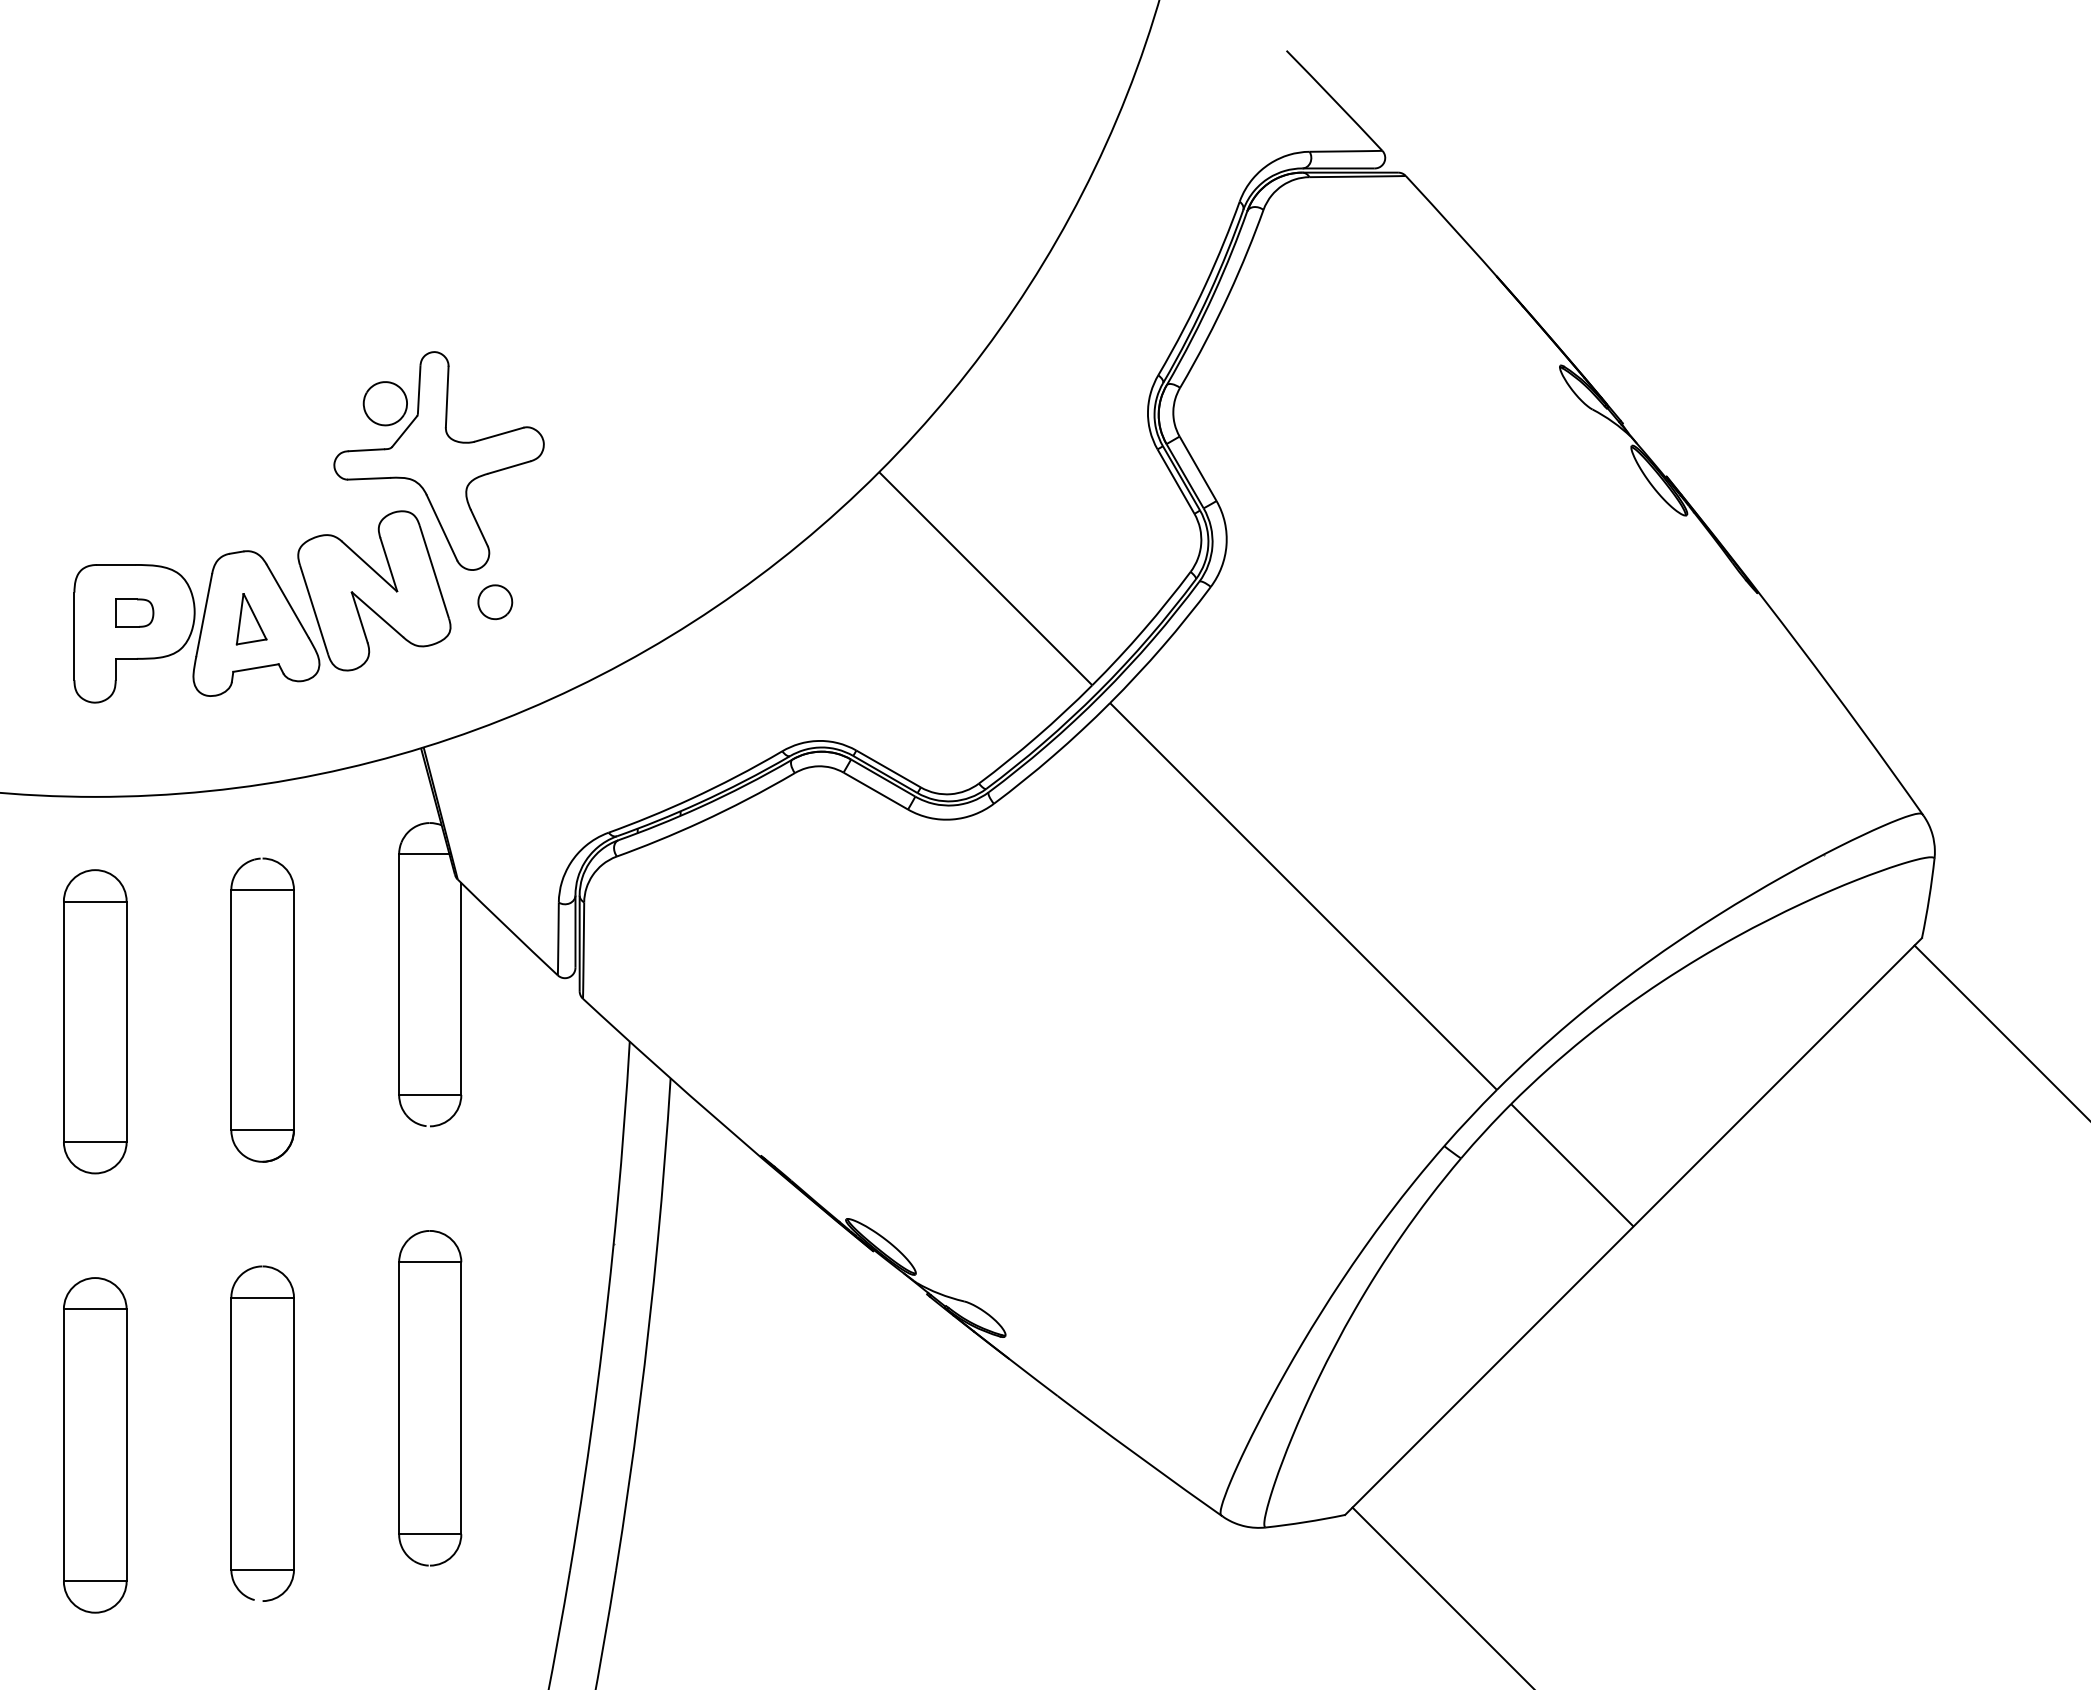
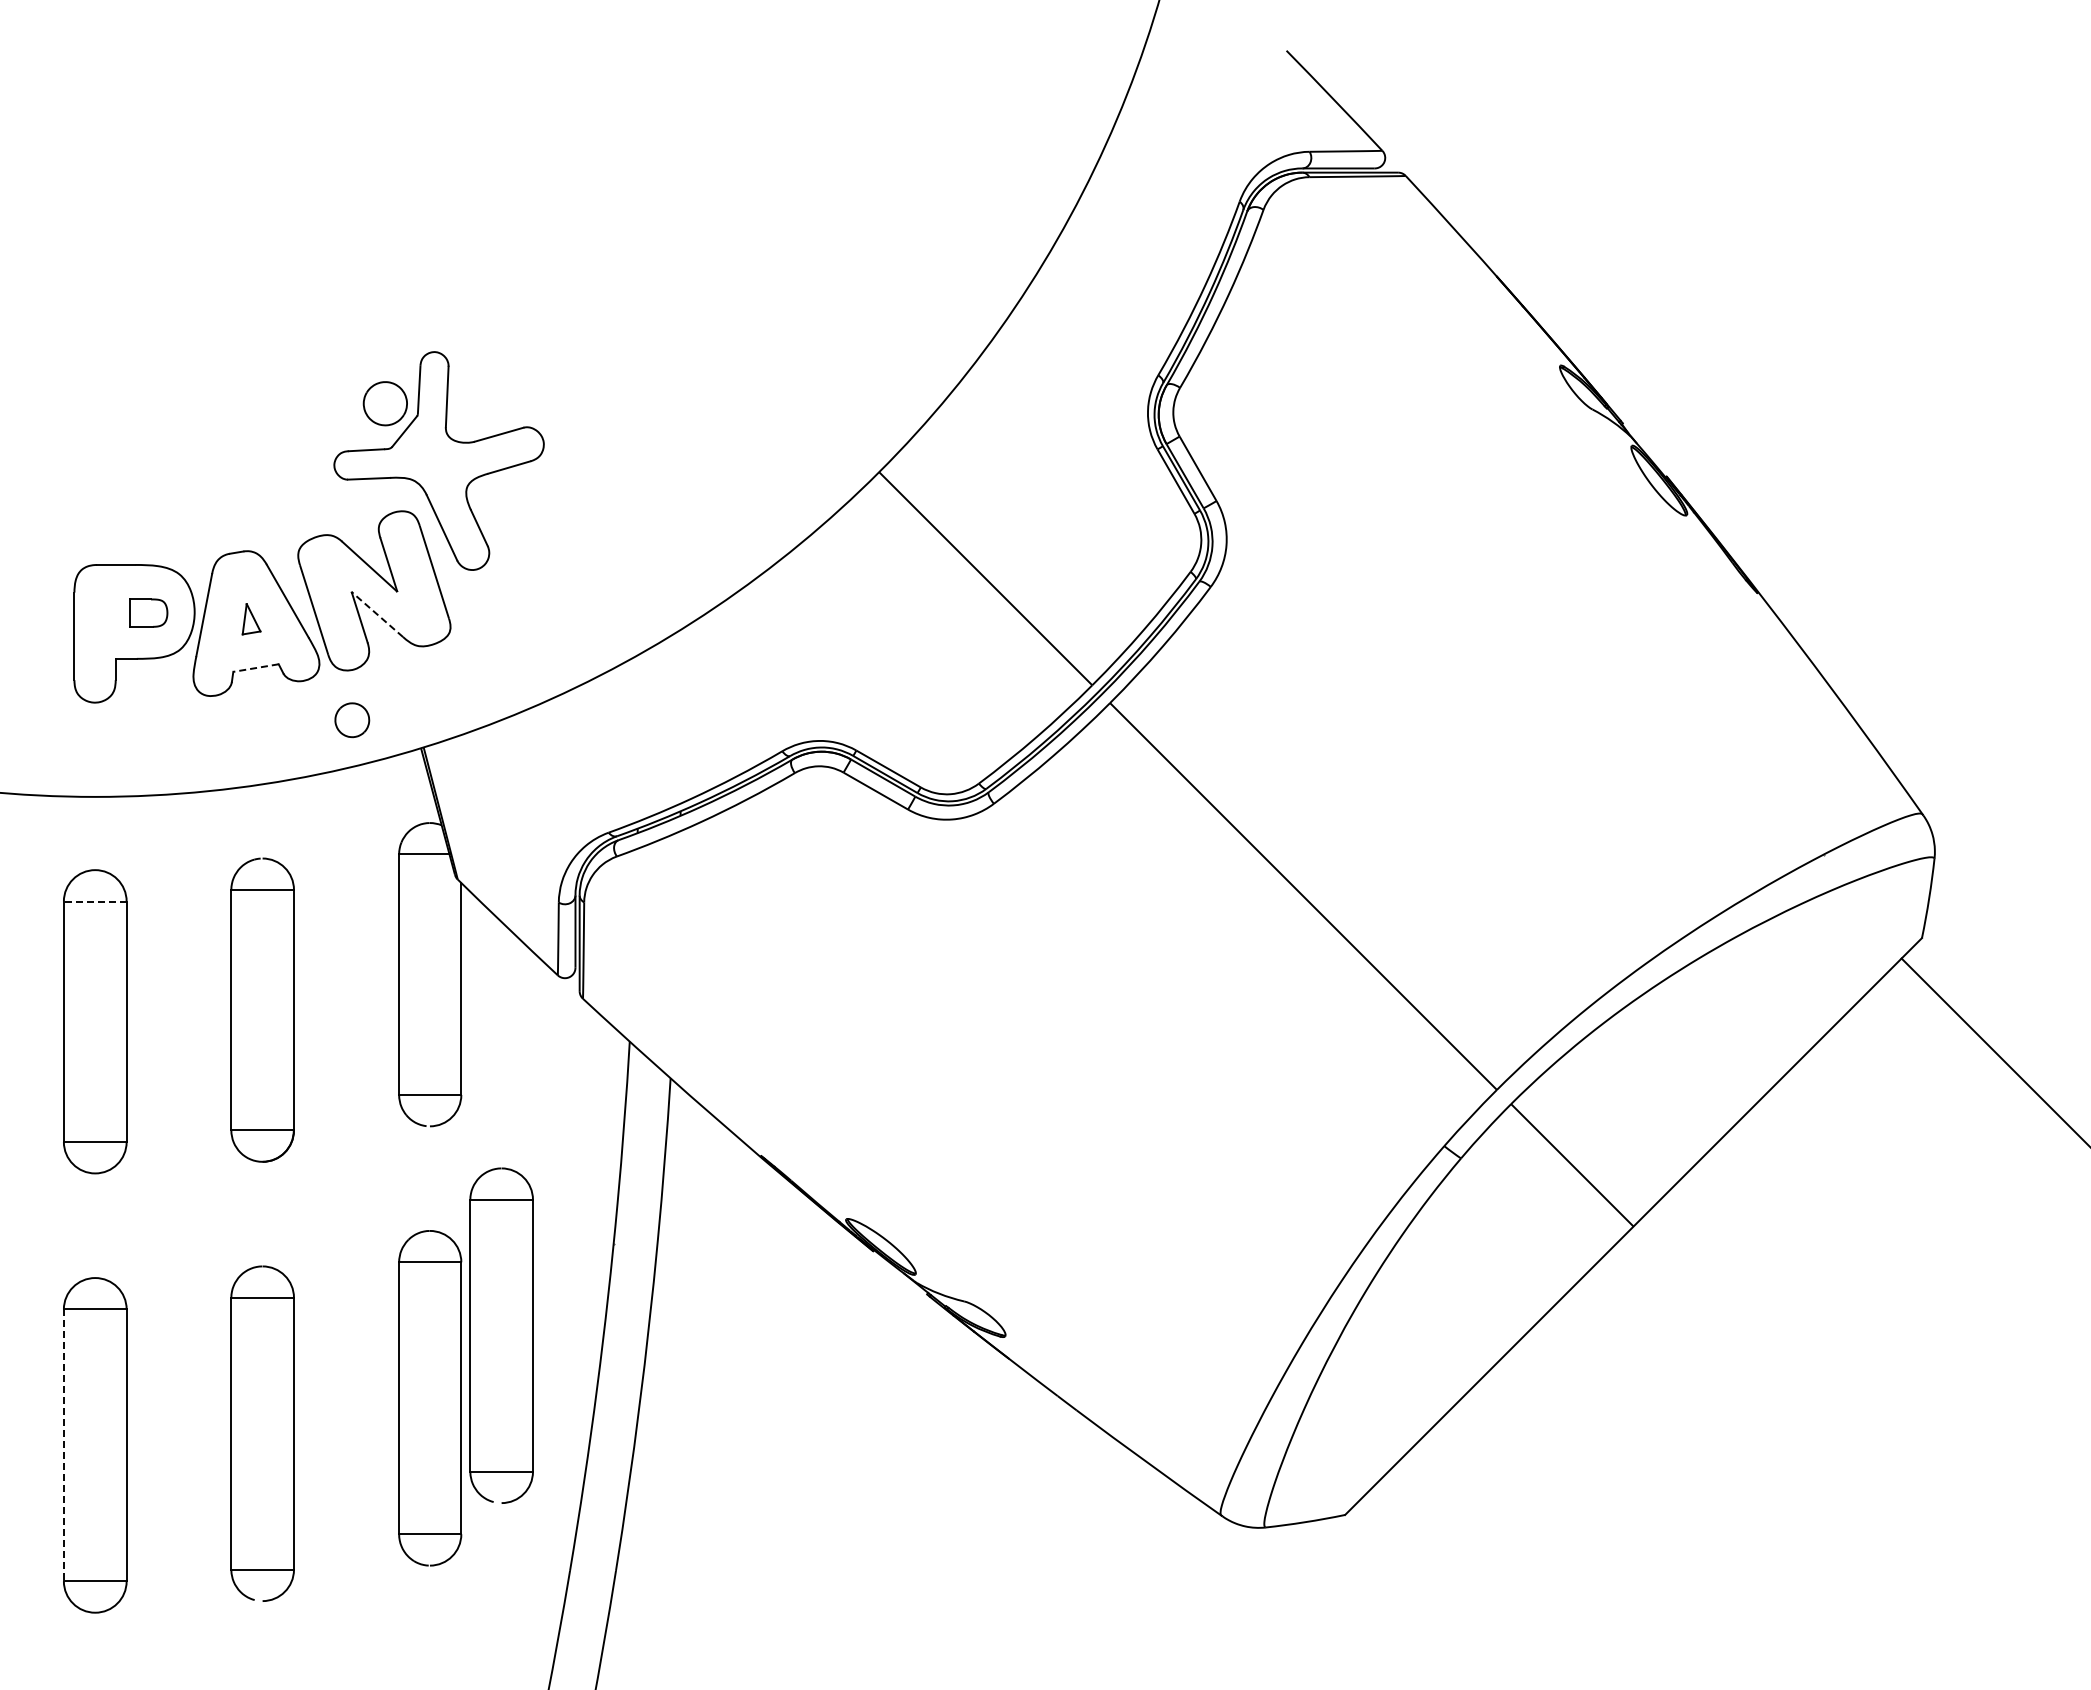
part at (495, 602) position: (495, 602) -> (352, 720)
part at (134, 612) position: (134, 612) -> (148, 612)
line at (377, 614): solid -> dashed
part at (251, 619) size: 33x53 px -> 21x33 px
line at (255, 668): solid -> dashed
line at (94, 901): solid -> dashed
line at (2000, 1031) position: (2000, 1031) -> (1994, 1051)
part at (501, 1335): none -> present
line at (63, 1445): solid -> dashed
line at (1441, 1596): present -> none
